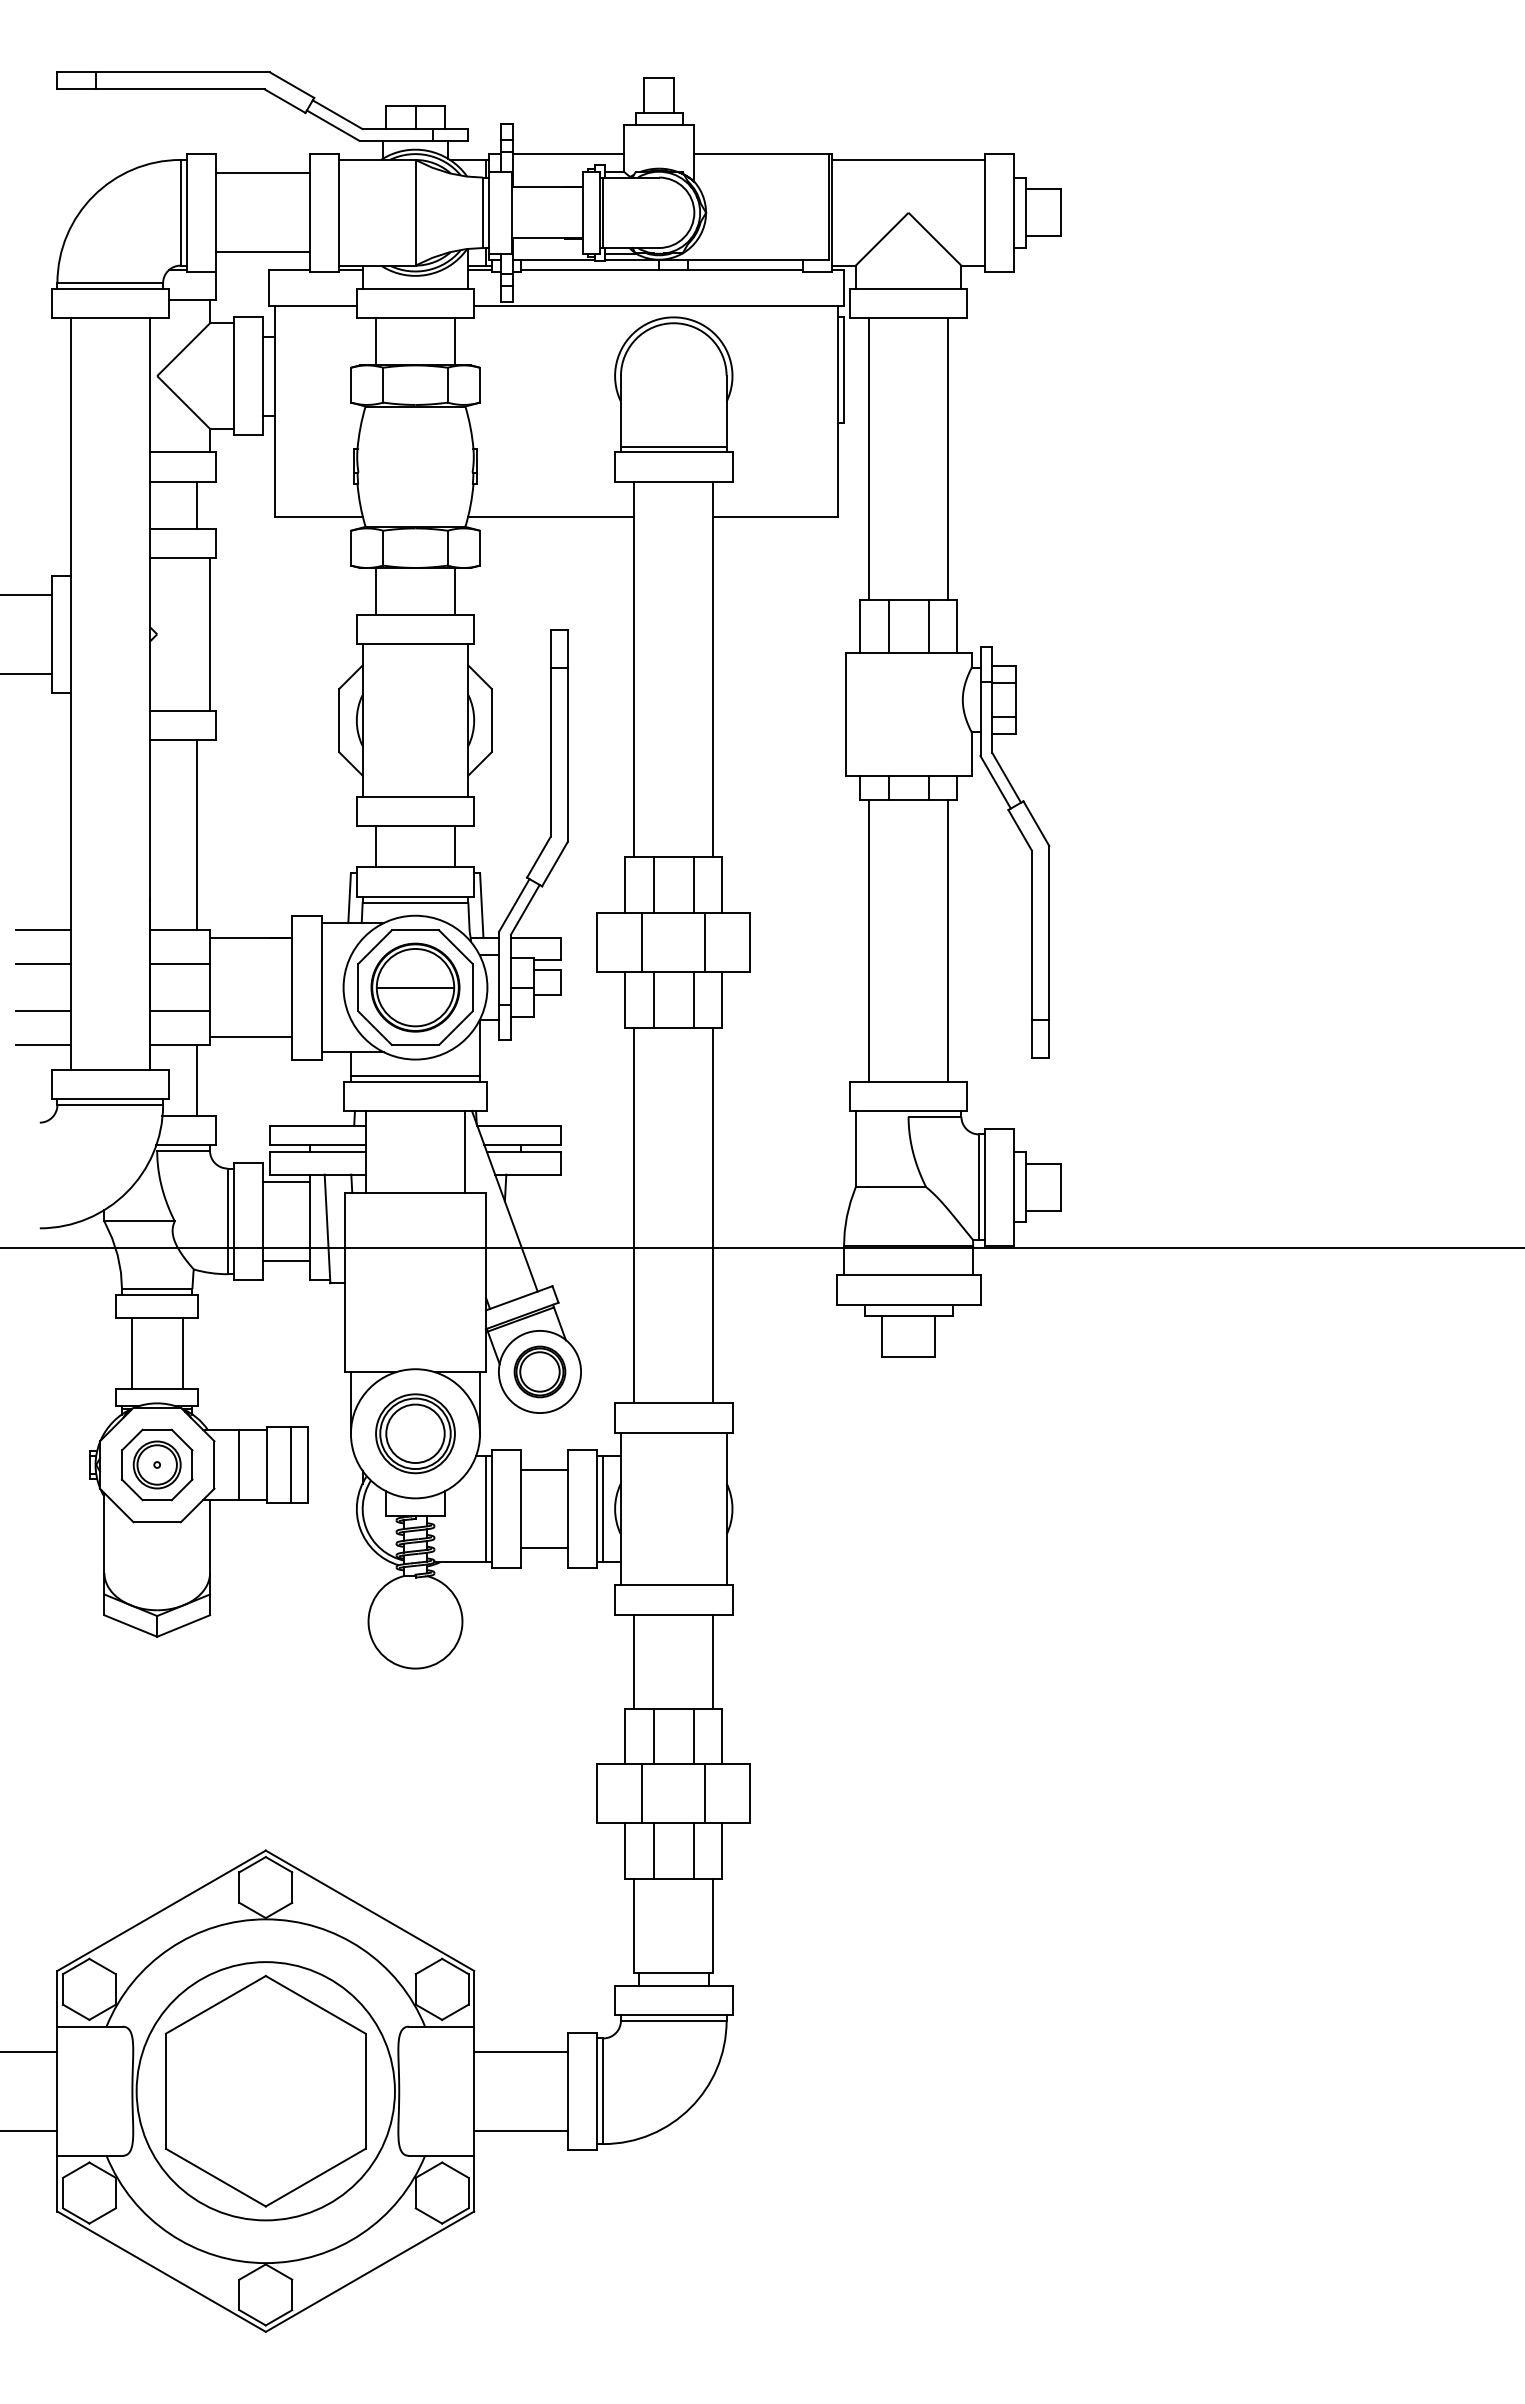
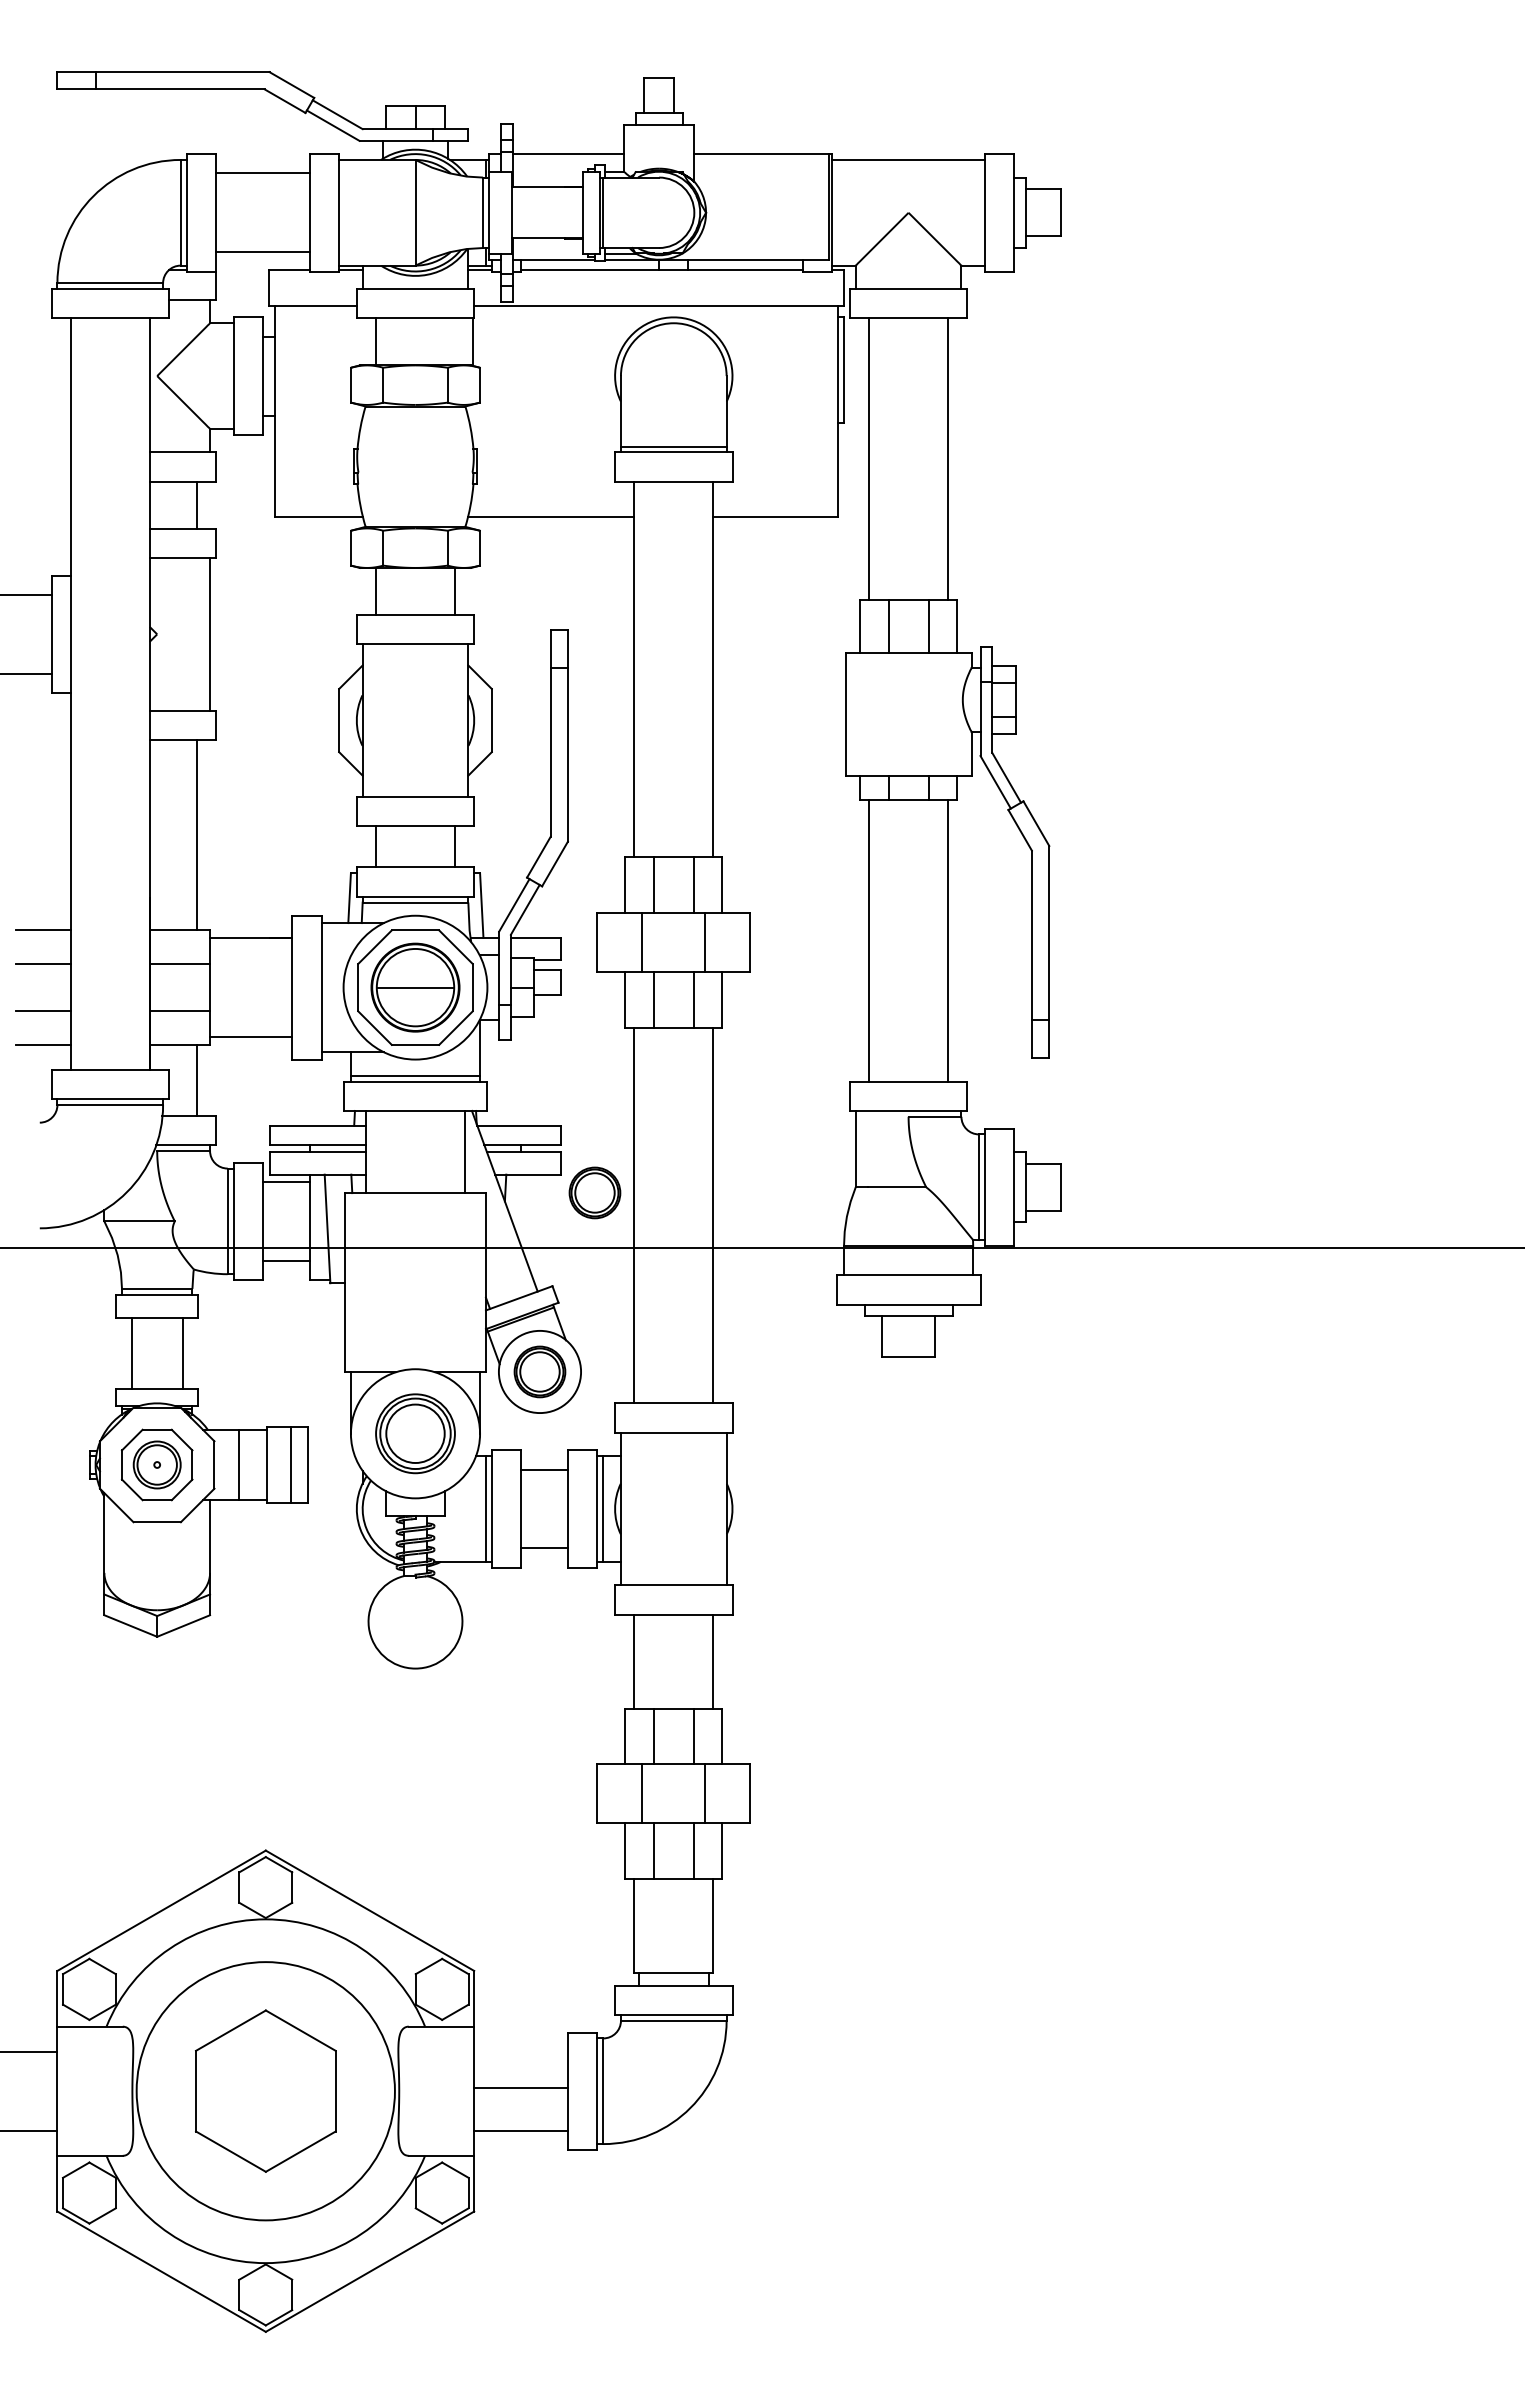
line at (454, 341) position: (454, 341) -> (472, 341)
part at (594, 1192): none -> present
line at (521, 2051) position: (521, 2051) -> (521, 2087)
part at (265, 2090) size: 202x234 px -> 142x164 px
